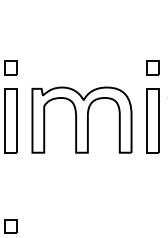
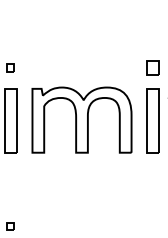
part at (10, 67) size: 14x16 px -> 9x10 px
part at (10, 226) size: 14x15 px -> 9x9 px
